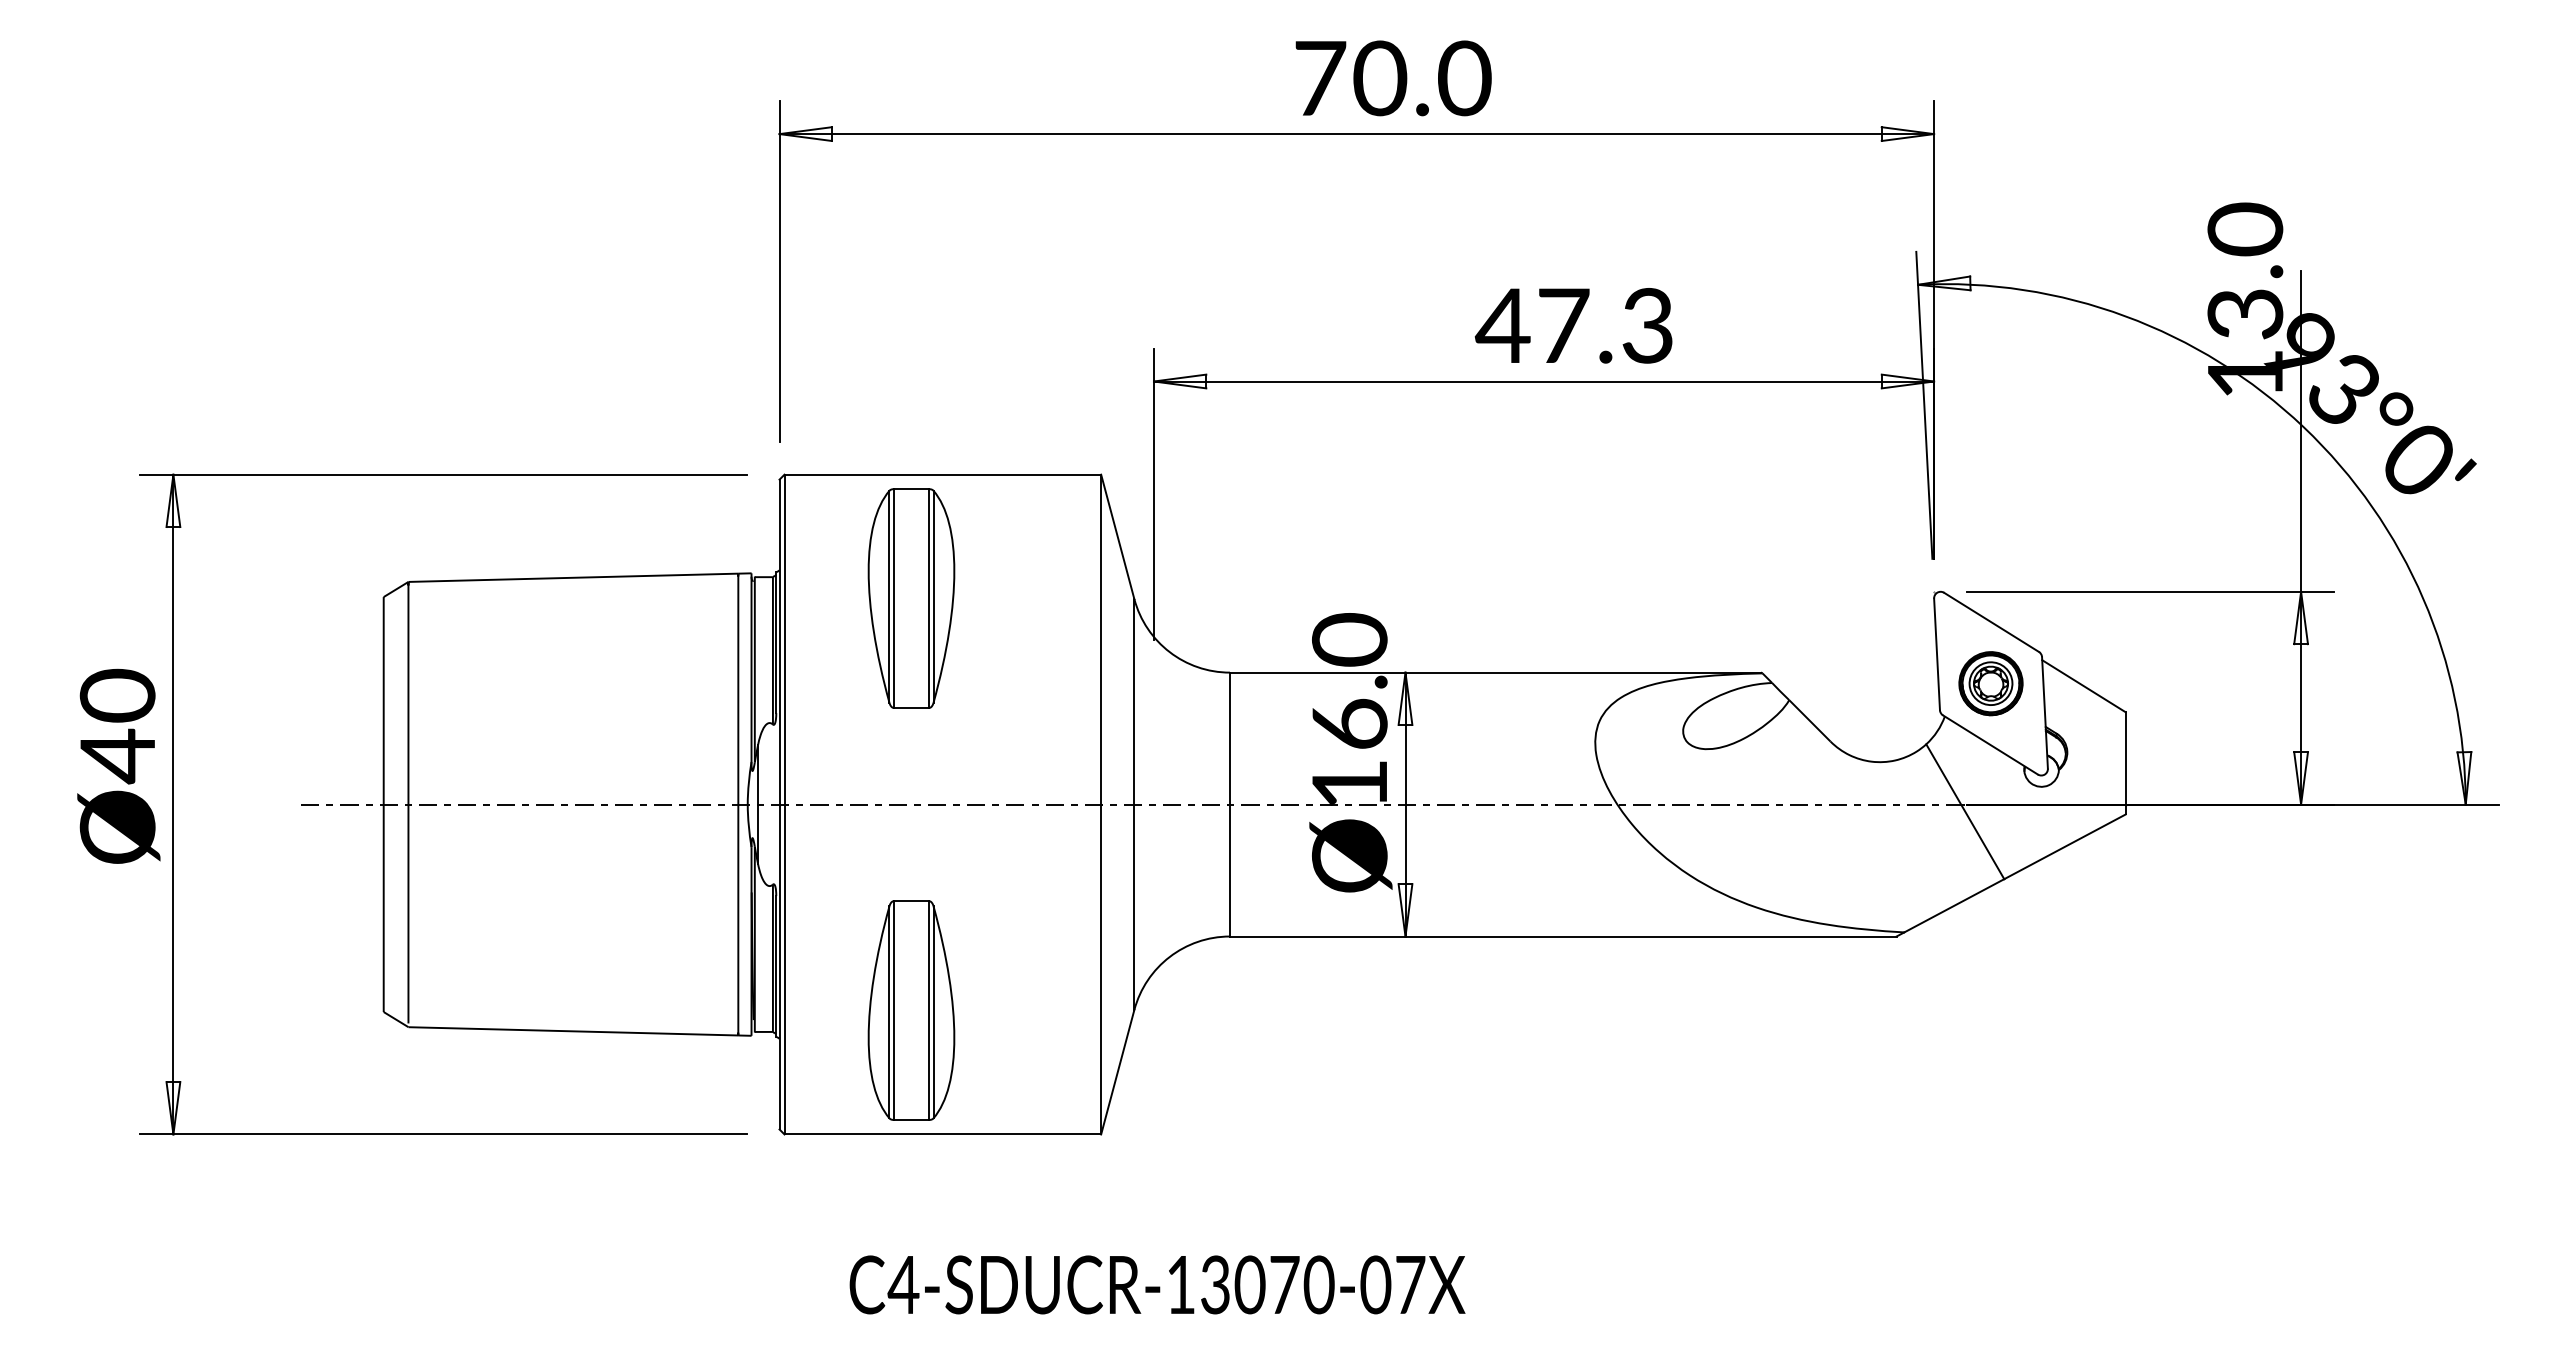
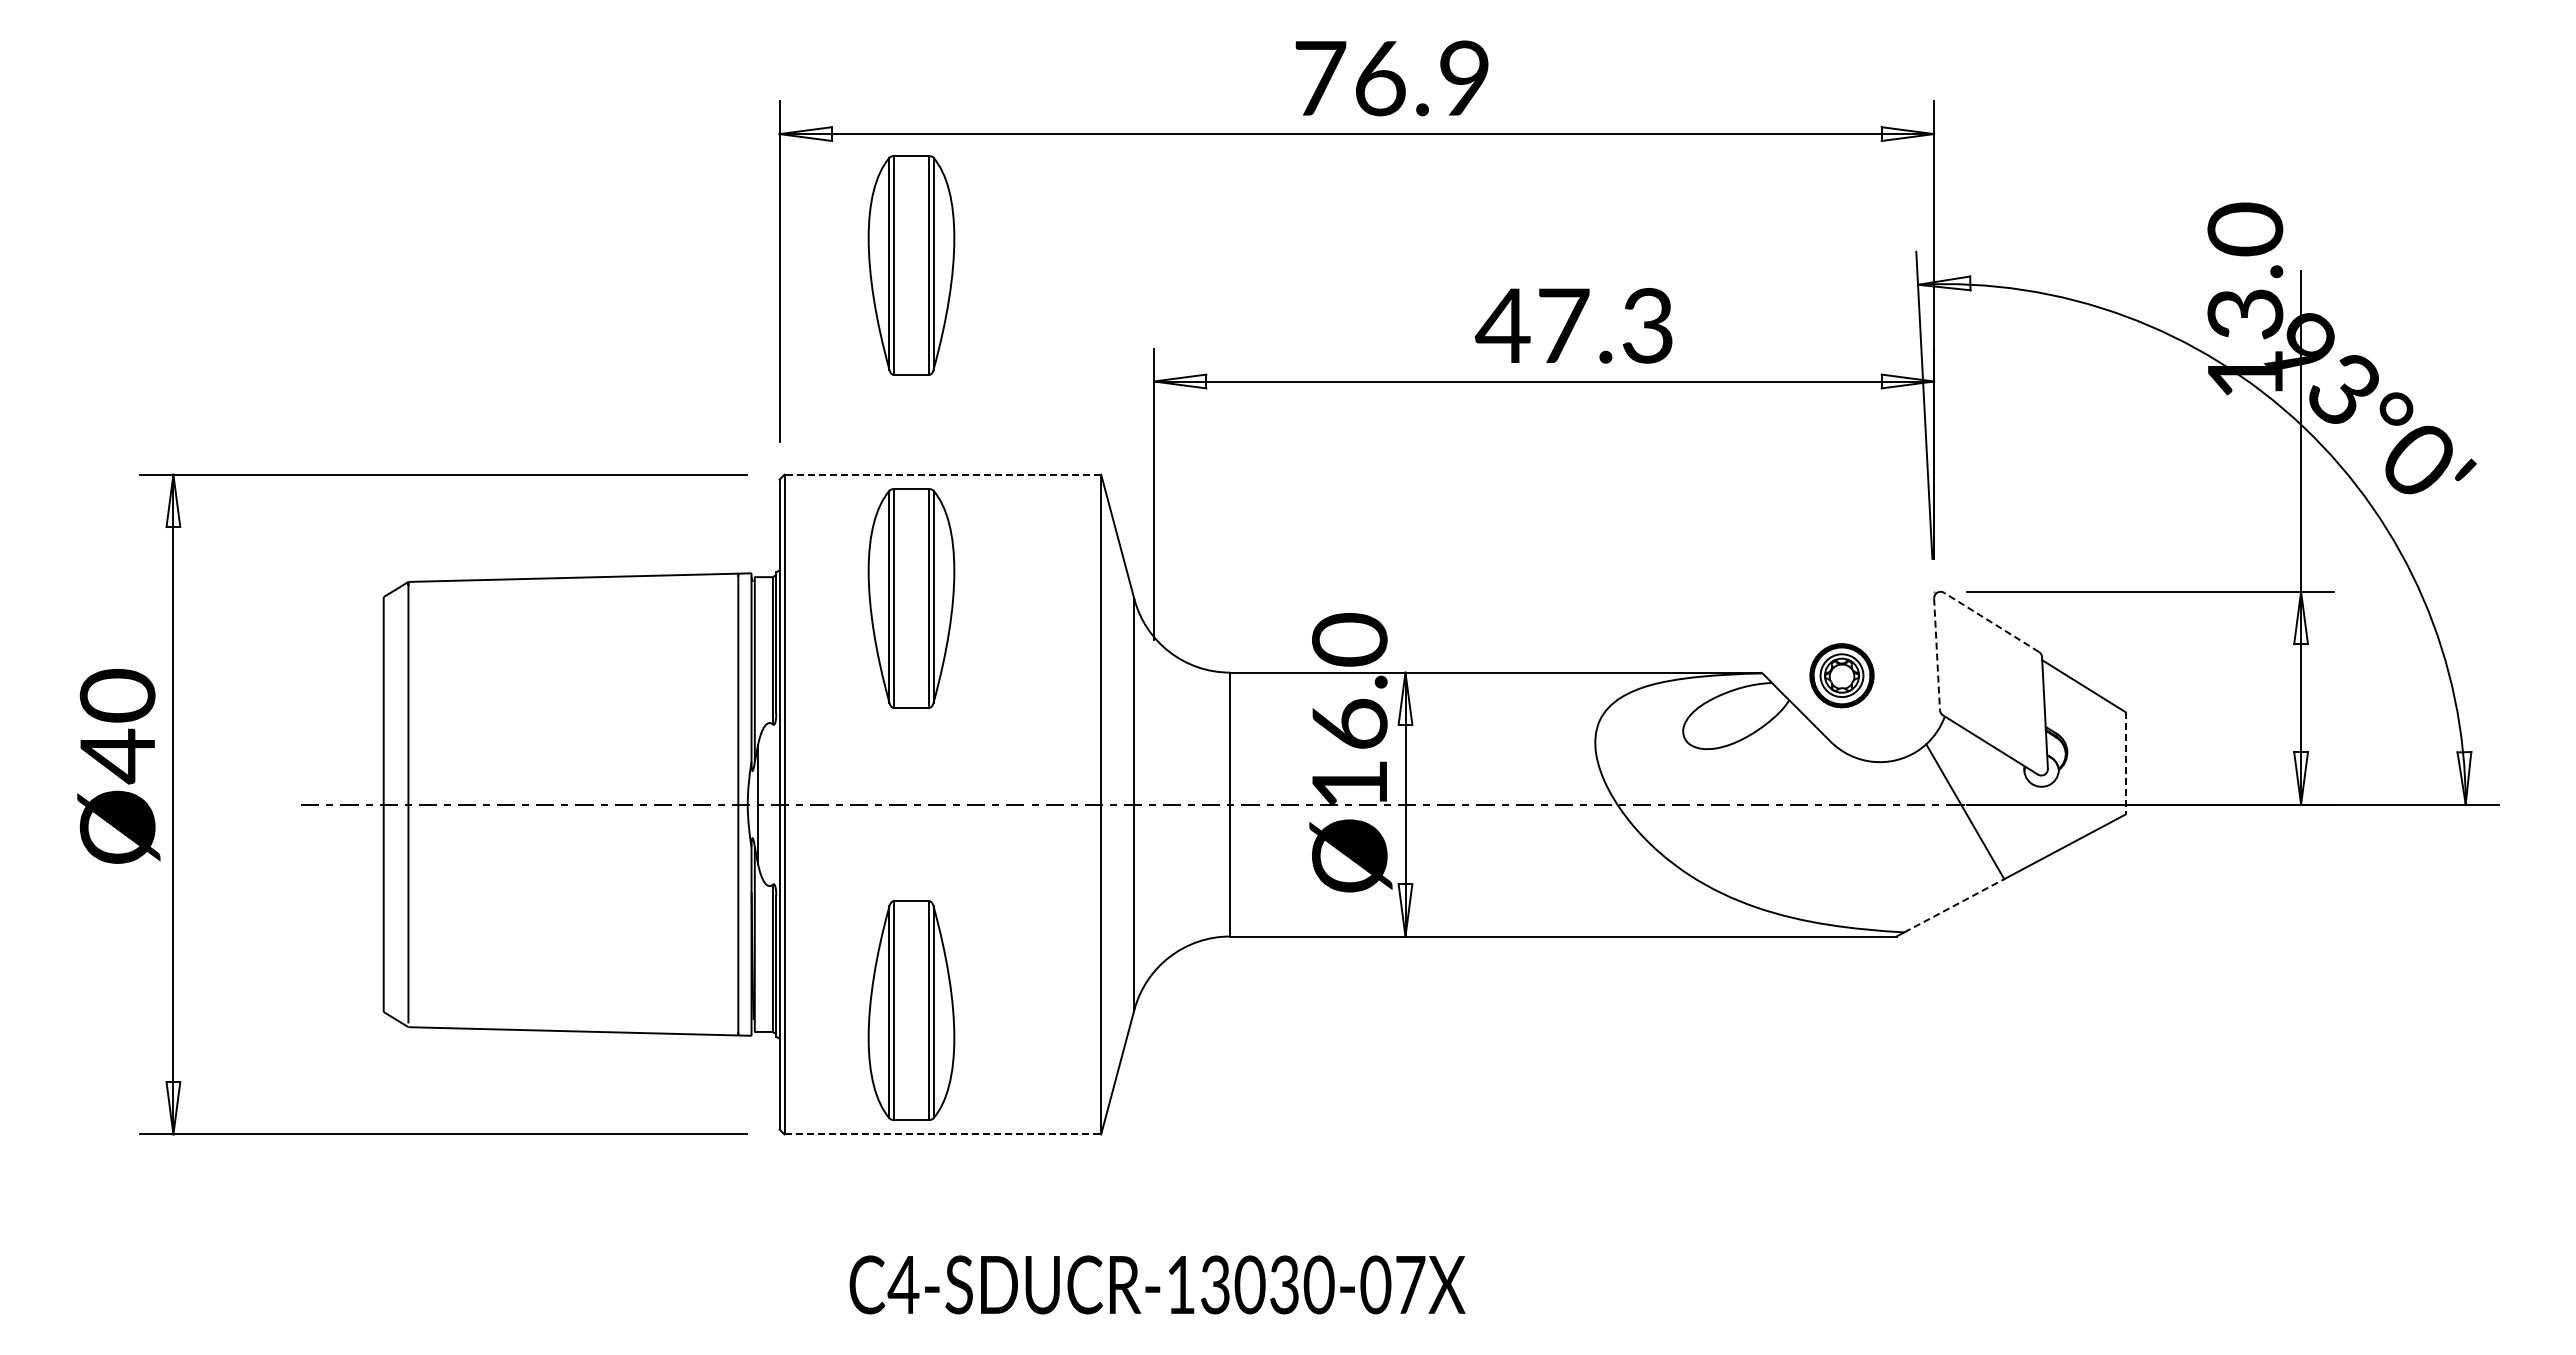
text at (1422, 78): 70.0 -> 76.9
part at (911, 265): none -> present
line at (942, 474): solid -> dashed
line at (1991, 622): solid -> dashed
line at (1937, 654): solid -> dashed
part at (1990, 683) position: (1990, 683) -> (1841, 675)
line at (2125, 763): solid -> dashed
line at (1954, 905): solid -> dashed
line at (943, 1134): solid -> dashed
text at (1284, 1284): C4-SDUCR-13070-07X -> C4-SDUCR-13030-07X
